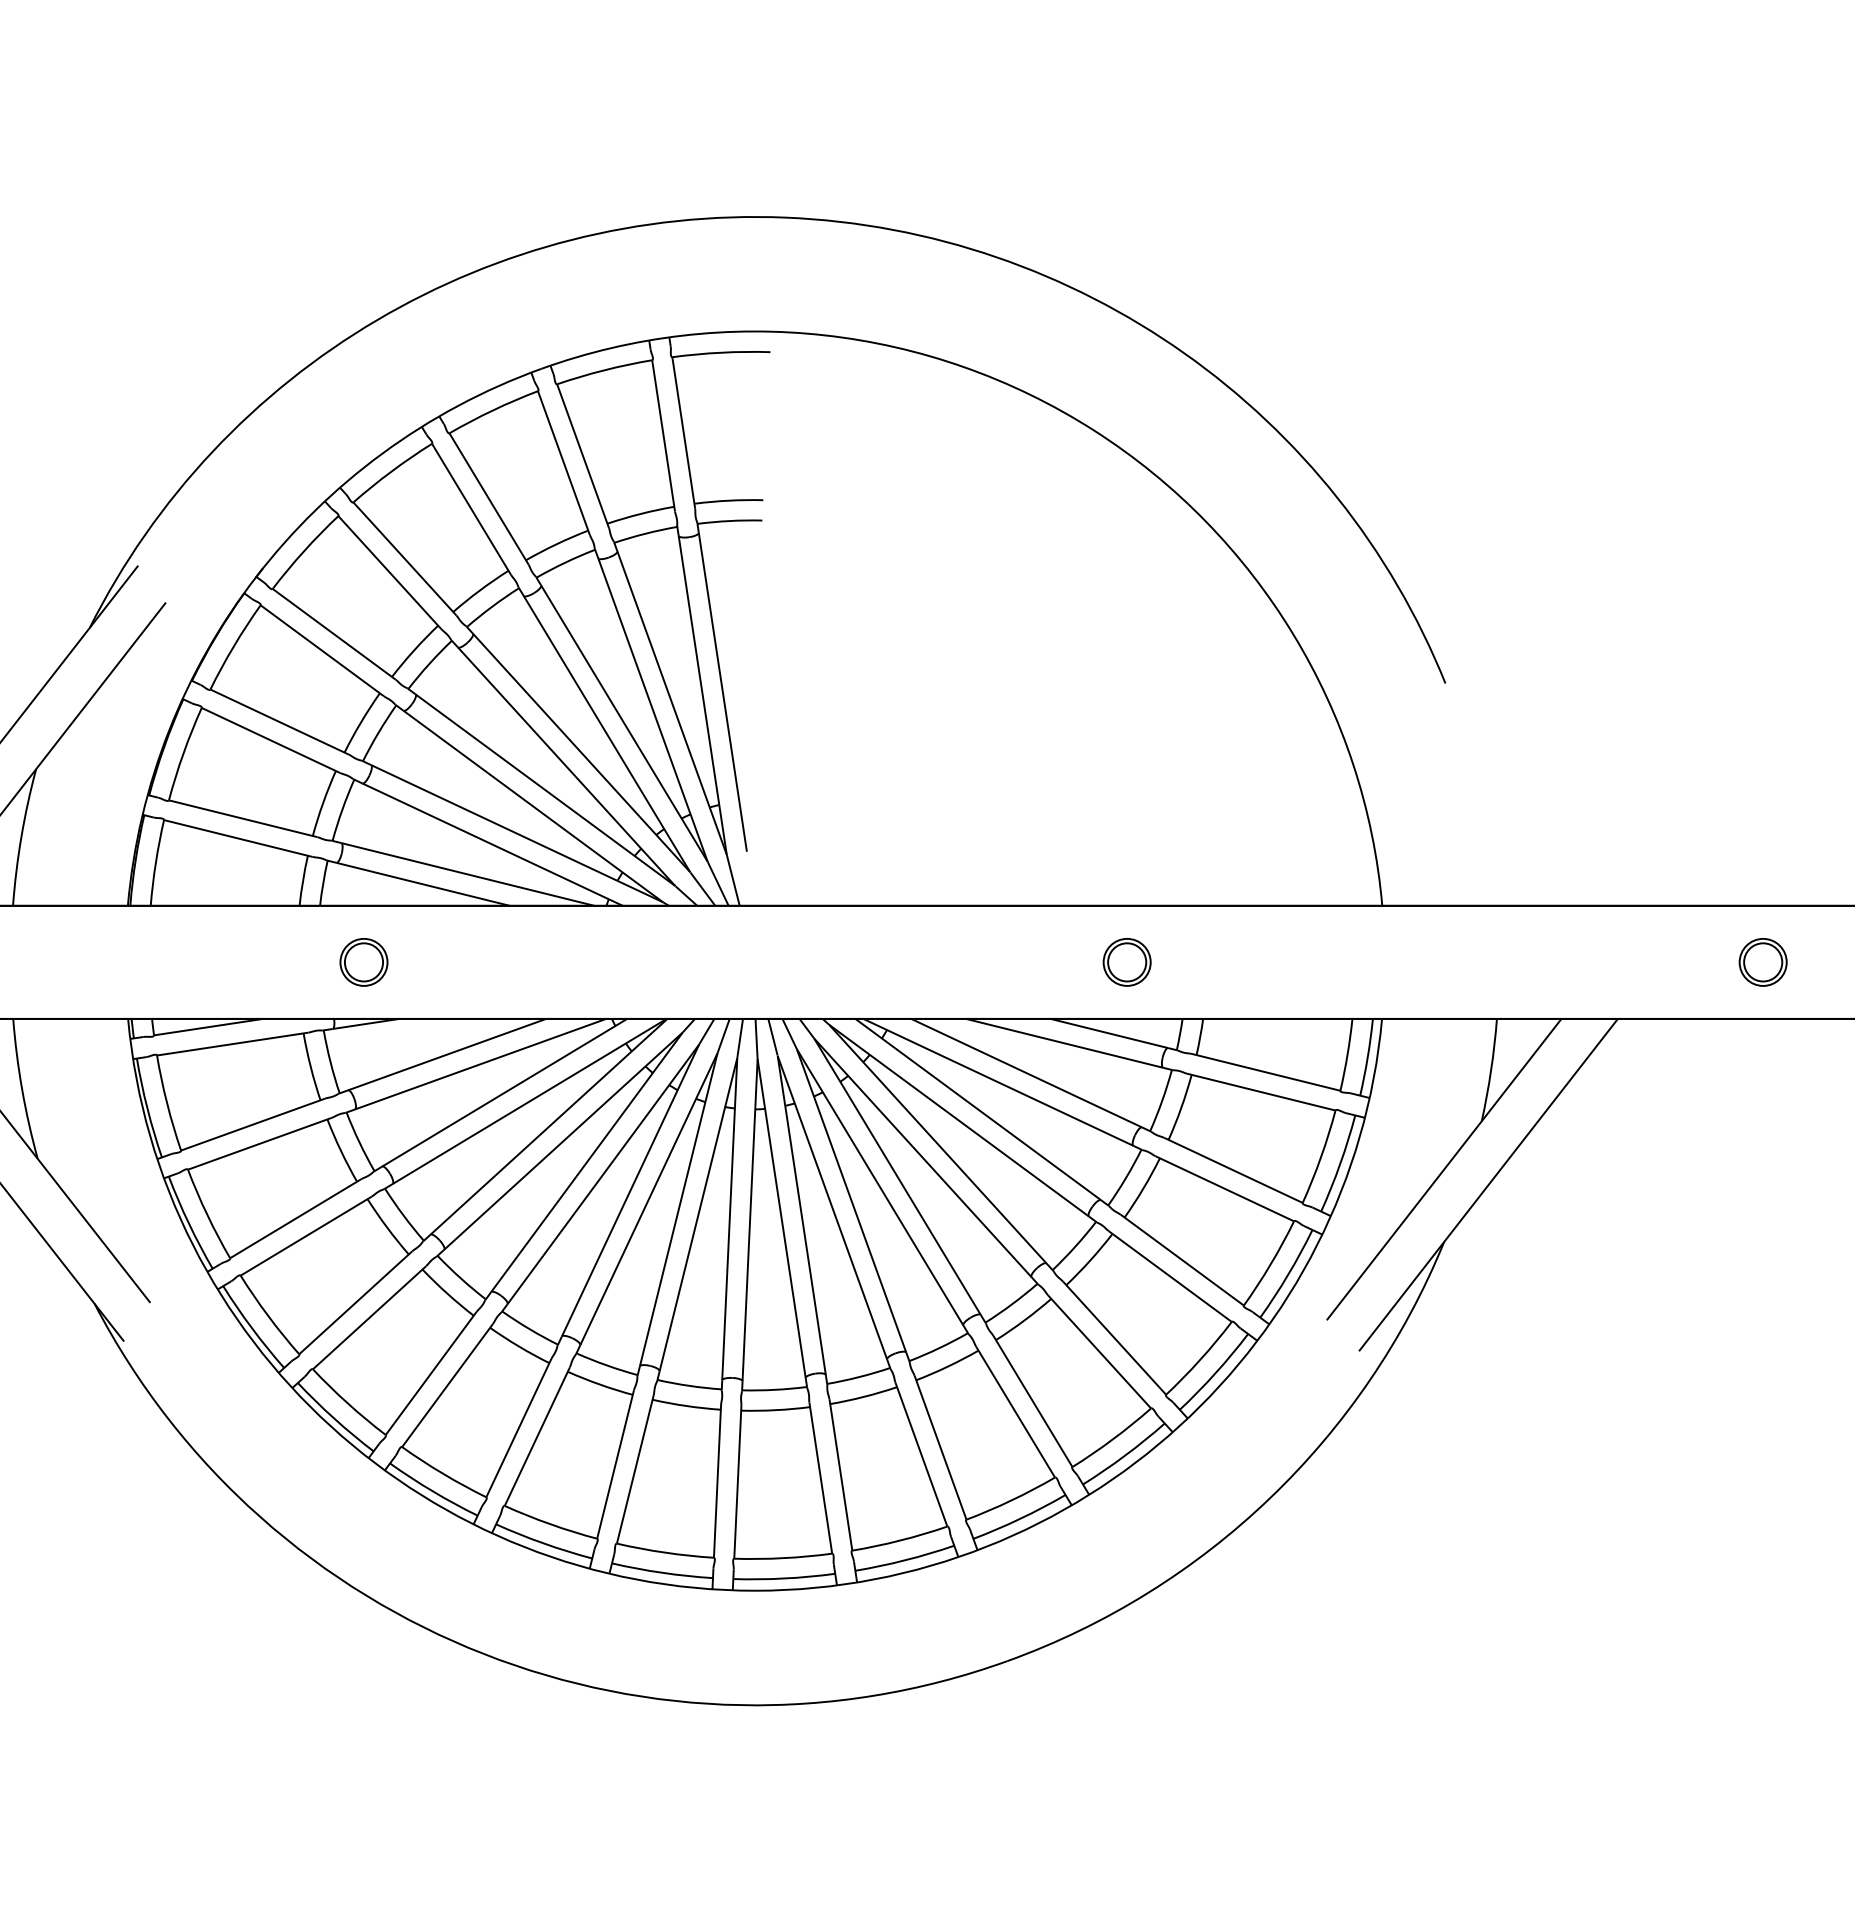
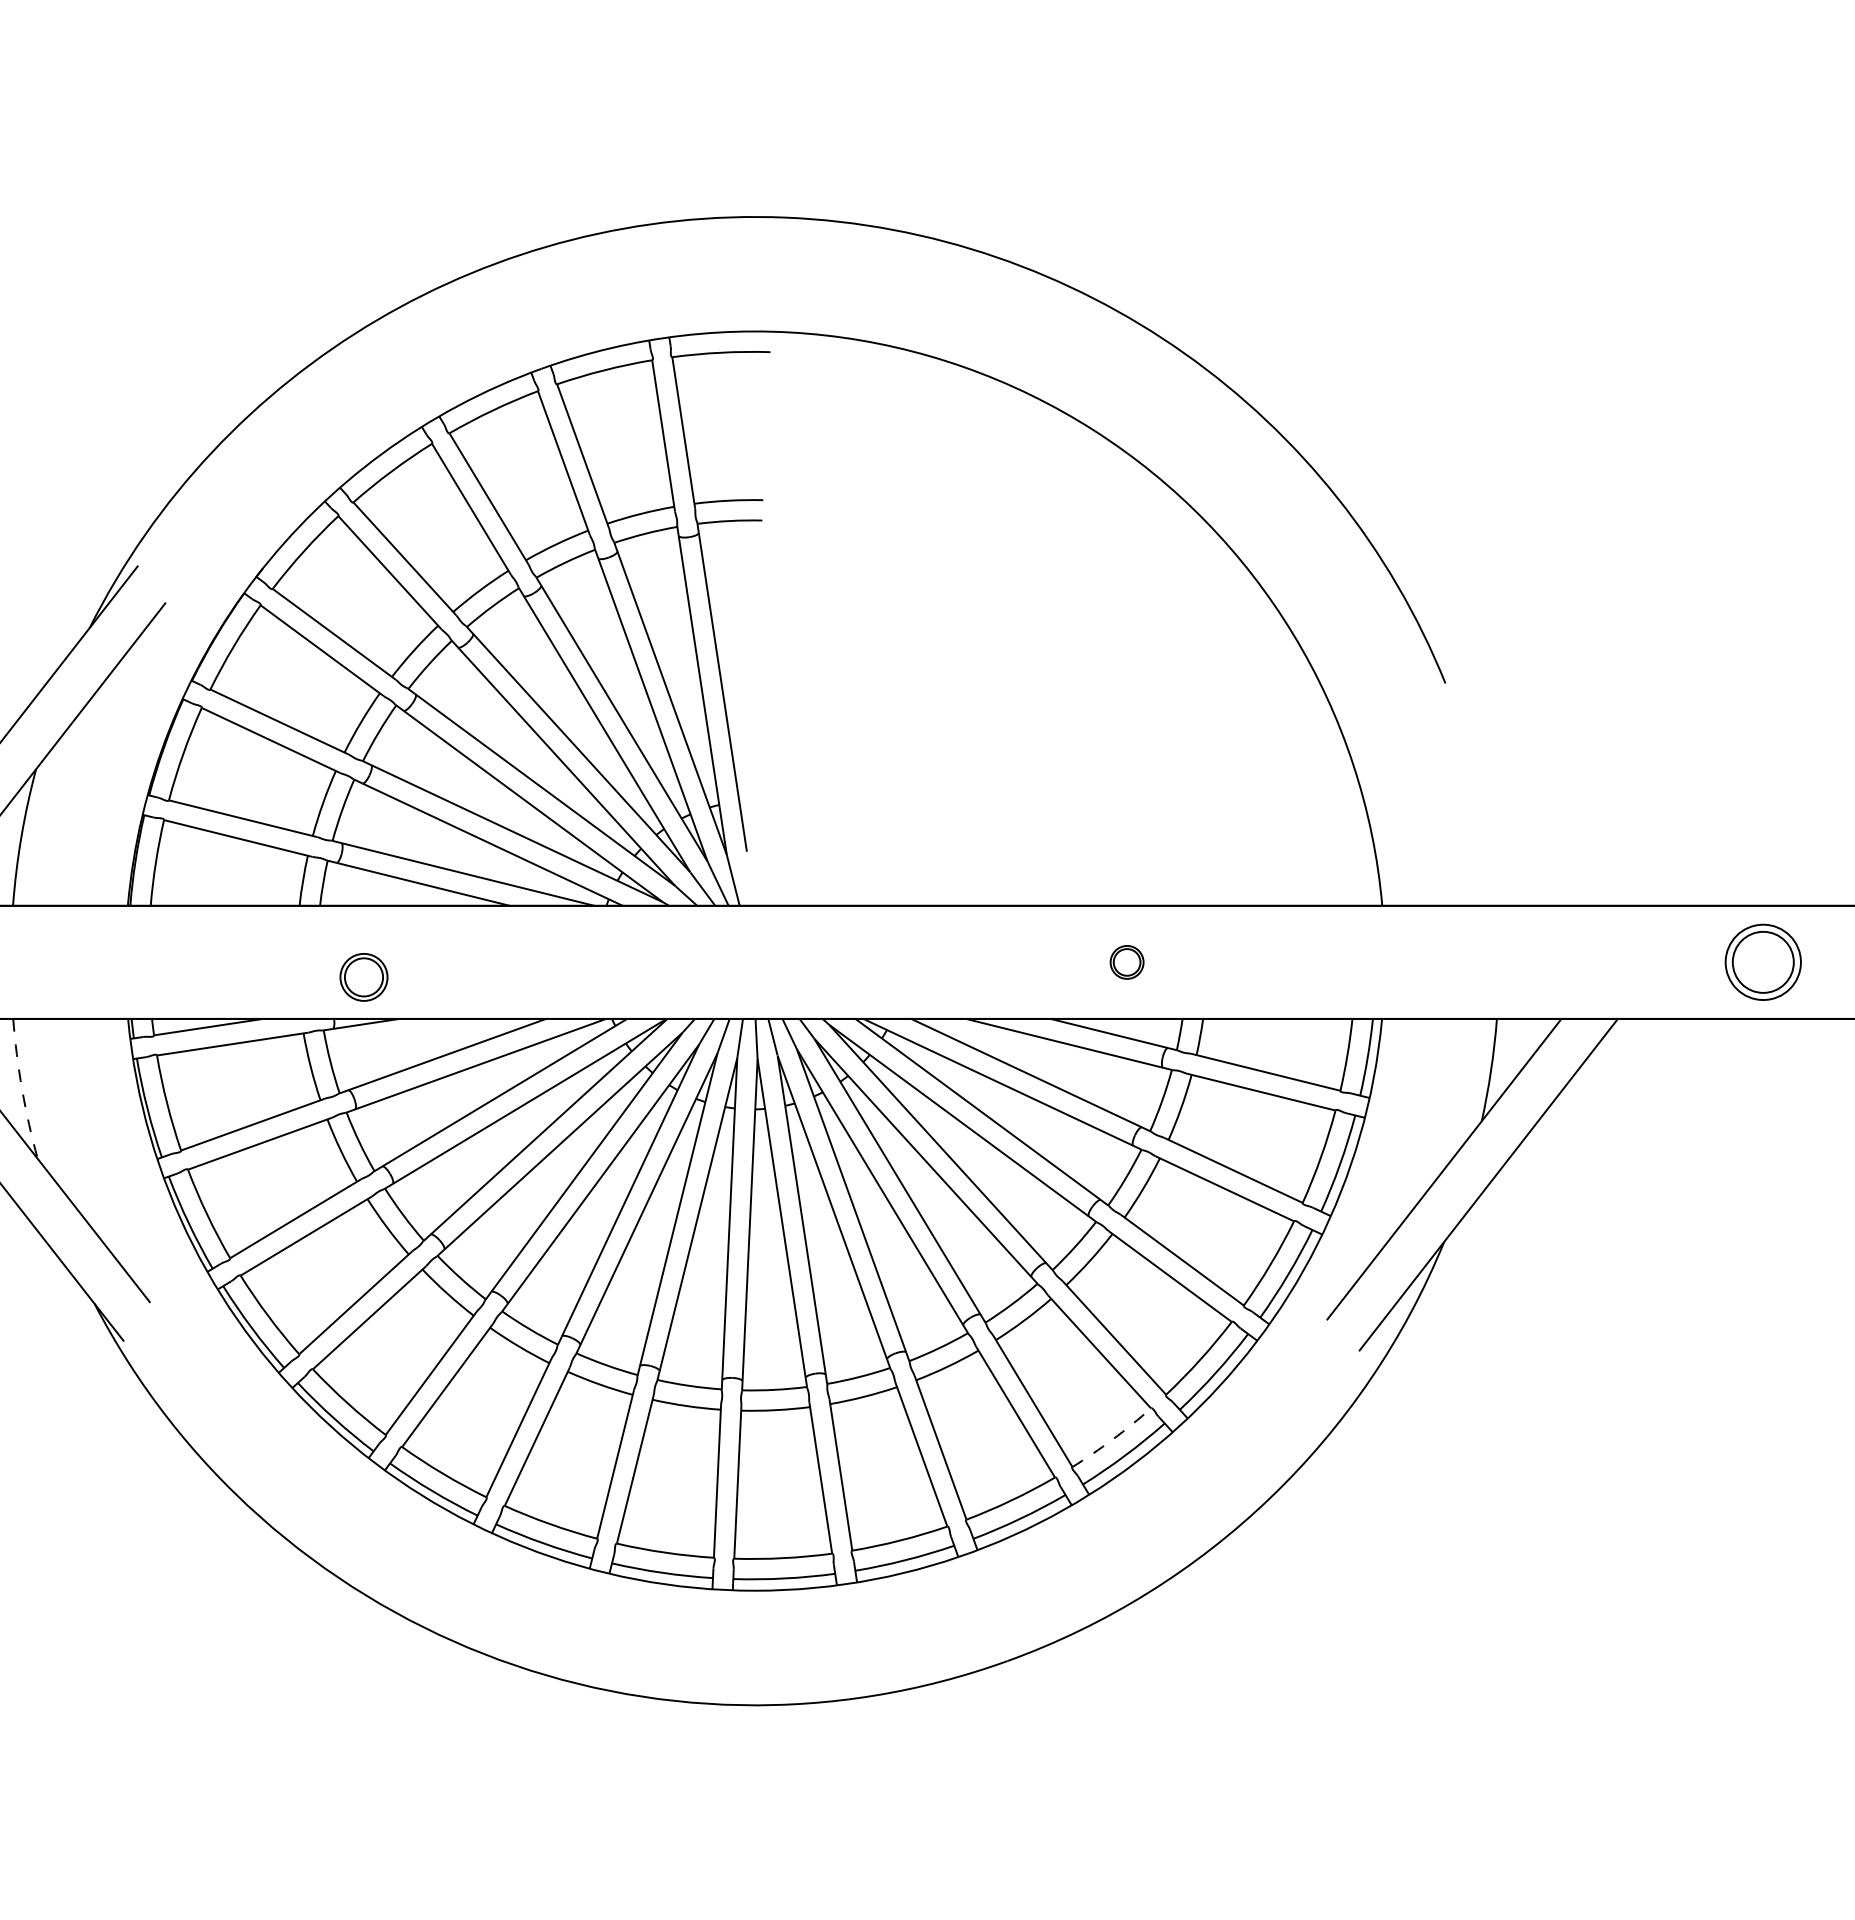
part at (363, 962) position: (363, 962) -> (363, 977)
part at (1126, 962) size: 50x49 px -> 36x35 px
part at (1762, 962) size: 50x49 px -> 78x78 px
arc at (22, 1089): solid -> dashed
arc at (1112, 1439): solid -> dashed
